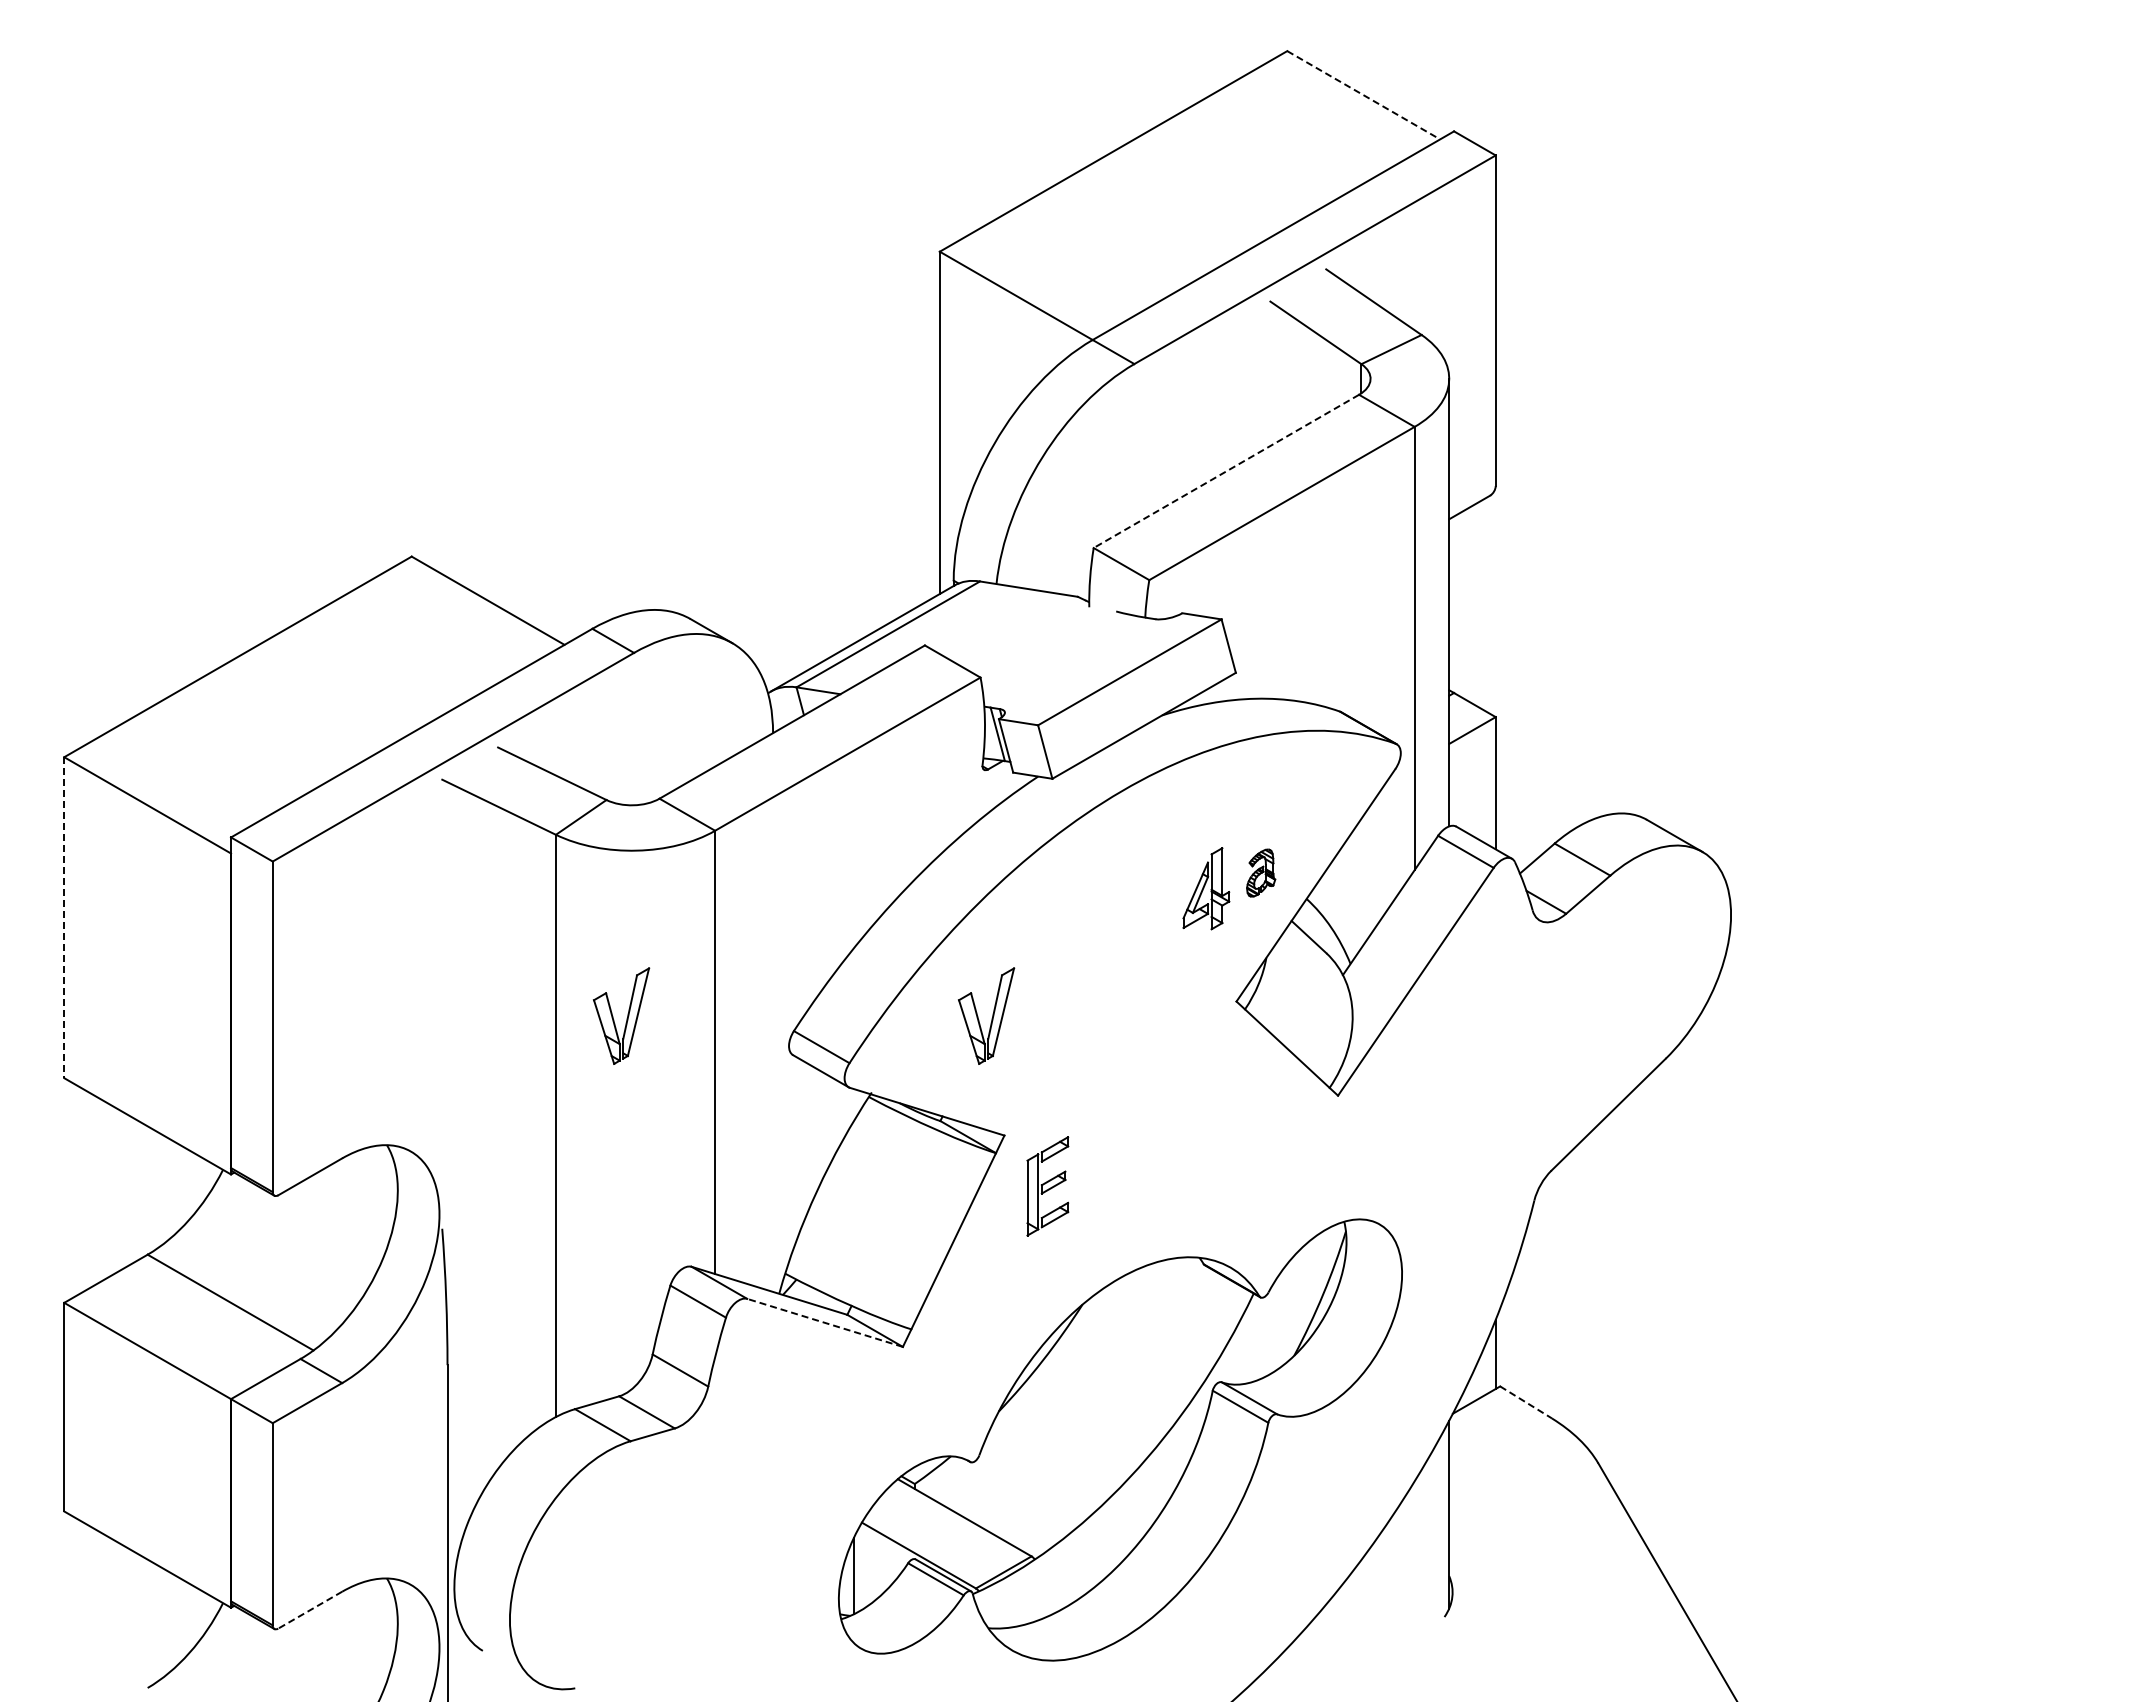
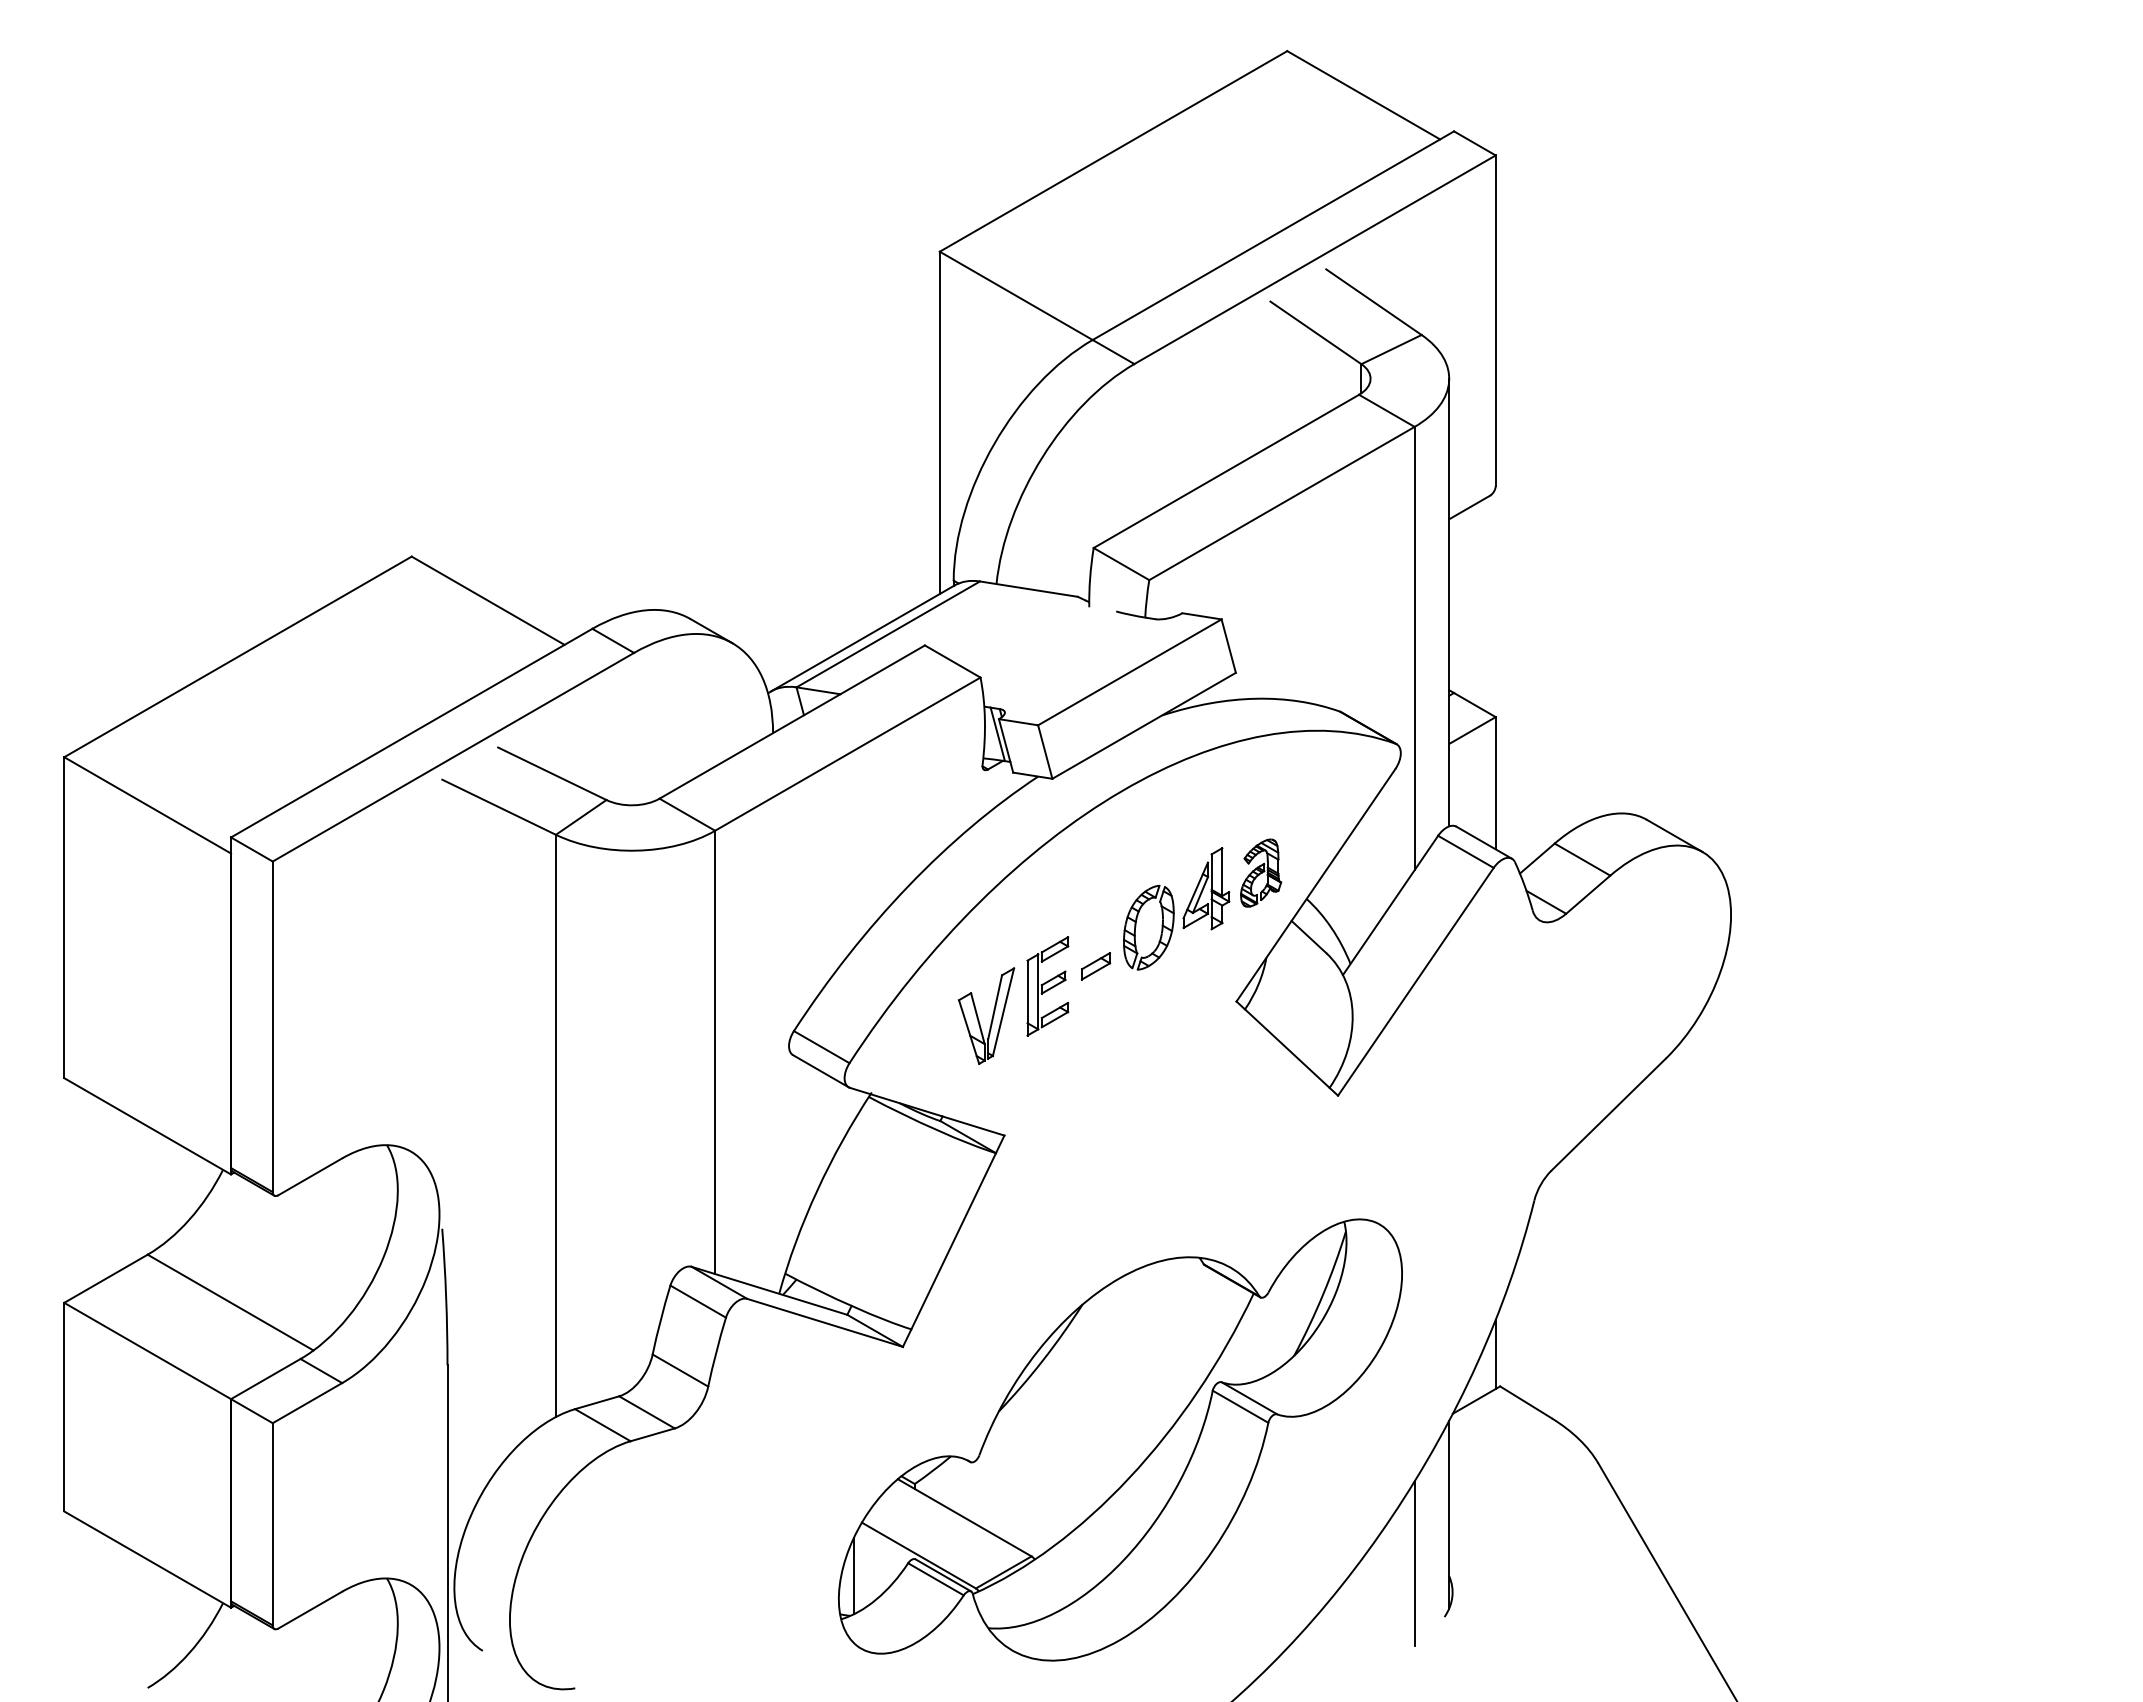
line at (1364, 95): dashed -> solid
line at (1225, 471): dashed -> solid
part at (1261, 872) size: 31x50 px -> 43x70 px
line at (64, 918): dashed -> solid
part at (1136, 927): none -> present
part at (1096, 966): none -> present
part at (621, 1015): present -> none
part at (1047, 1186) position: (1047, 1186) -> (1047, 986)
line at (824, 1322): dashed -> solid
line at (1526, 1402): dashed -> solid
line at (1414, 1563): none -> present
line at (310, 1610): dashed -> solid
